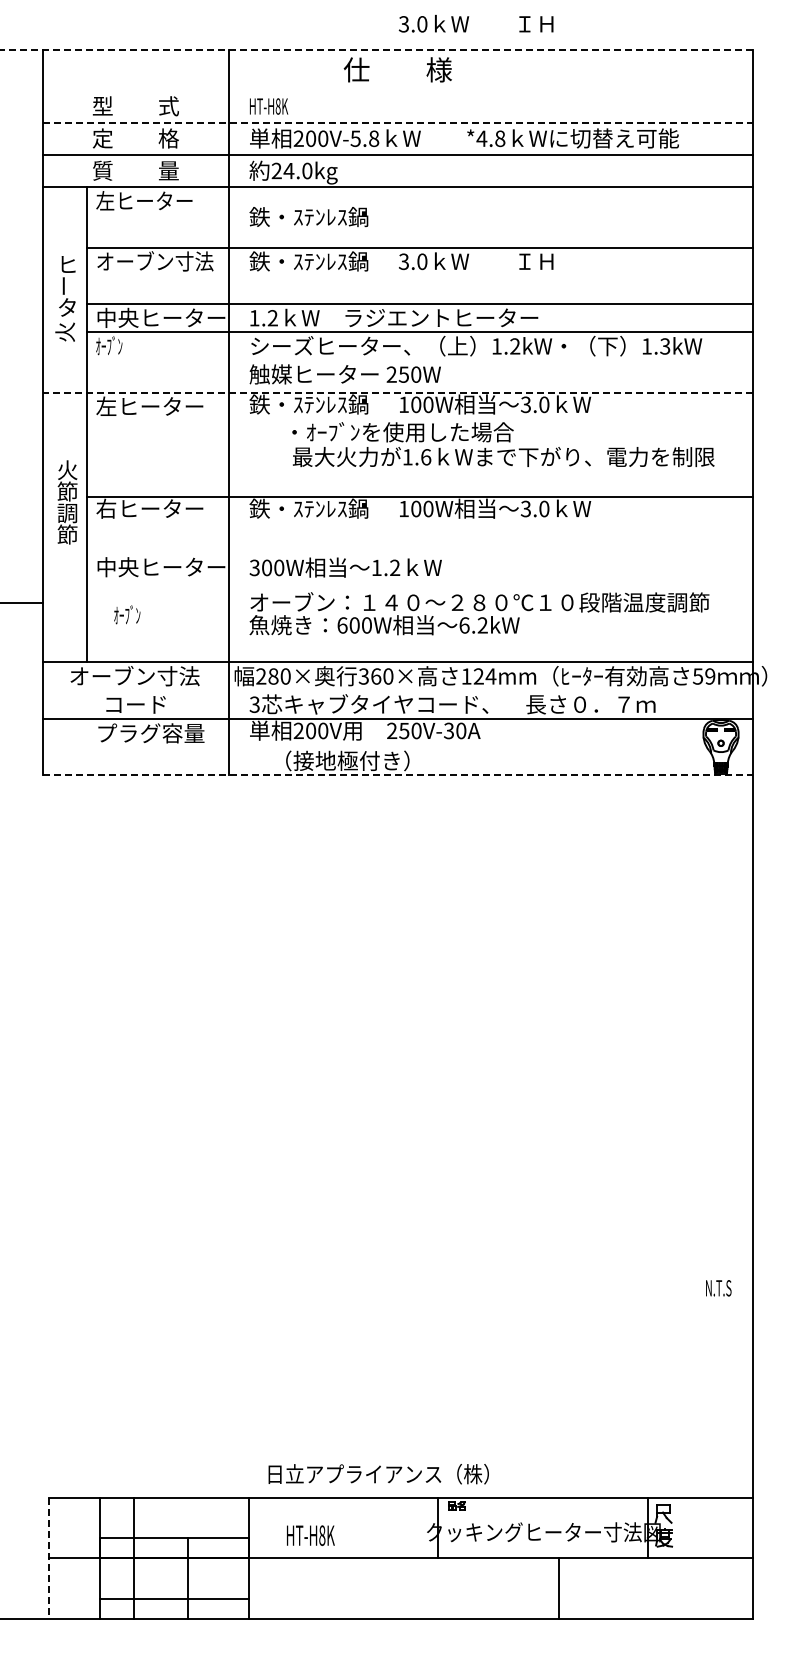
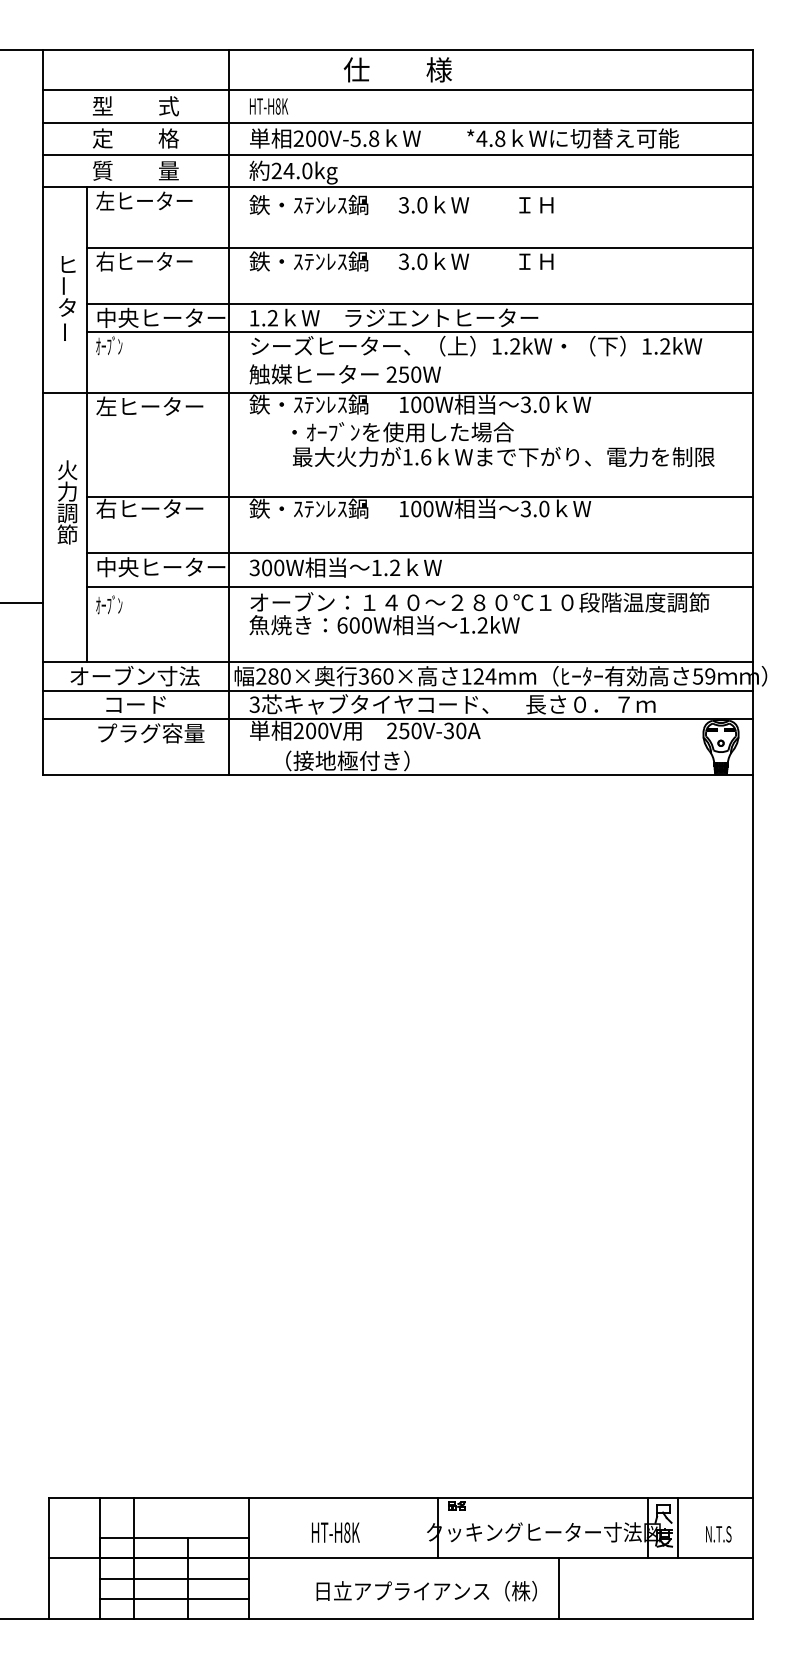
text at (475, 23) position: (475, 23) -> (475, 204)
line at (376, 50): dashed -> solid
line at (397, 90): none -> present
line at (397, 122): dashed -> solid
text at (308, 217) position: (308, 217) -> (308, 205)
text at (154, 261): オーブン寸法 -> 右ヒーター
text at (64, 331): 火 -> ー
text at (665, 346): 1.3kW -> 1.2kW
line at (397, 392): dashed -> solid
text at (67, 491): 節 -> 力
line at (419, 553): none -> present
line at (419, 587): none -> present
text at (127, 614) position: (127, 614) -> (109, 604)
text at (464, 625): 6.2kW -> 1.2kW
line at (397, 690): none -> present
line at (397, 775): dashed -> solid
text at (718, 1288) position: (718, 1288) -> (718, 1534)
text at (378, 1474) position: (378, 1474) -> (426, 1591)
line at (678, 1527): none -> present
text at (310, 1535) position: (310, 1535) -> (335, 1532)
line at (49, 1558): dashed -> solid
line at (173, 1578): none -> present
